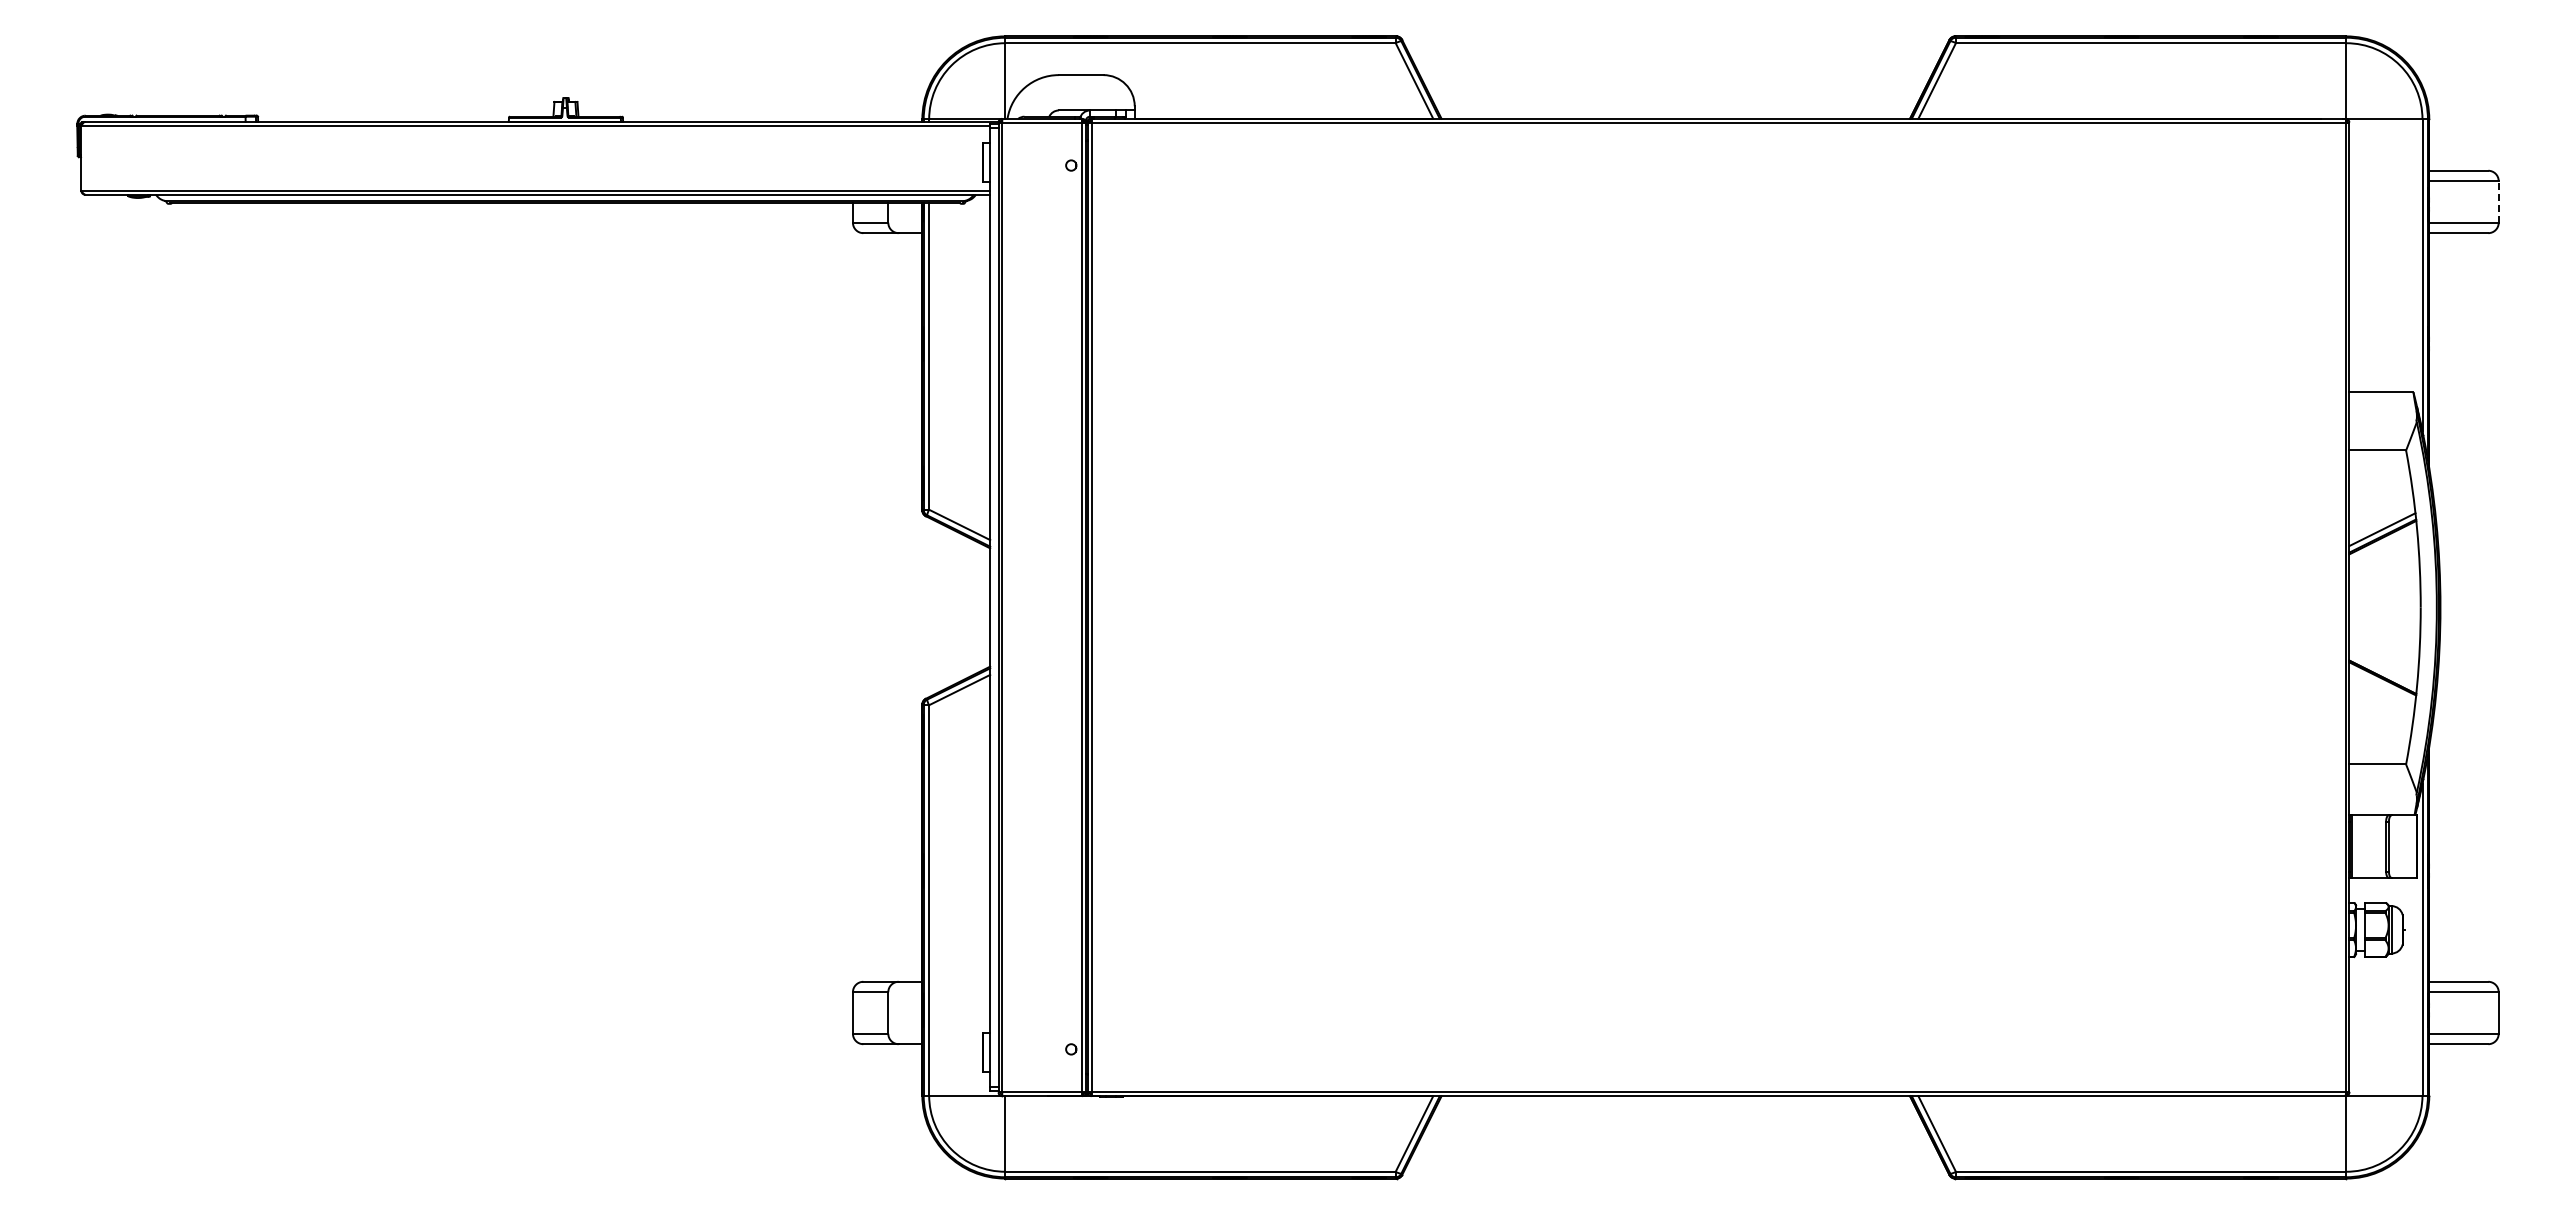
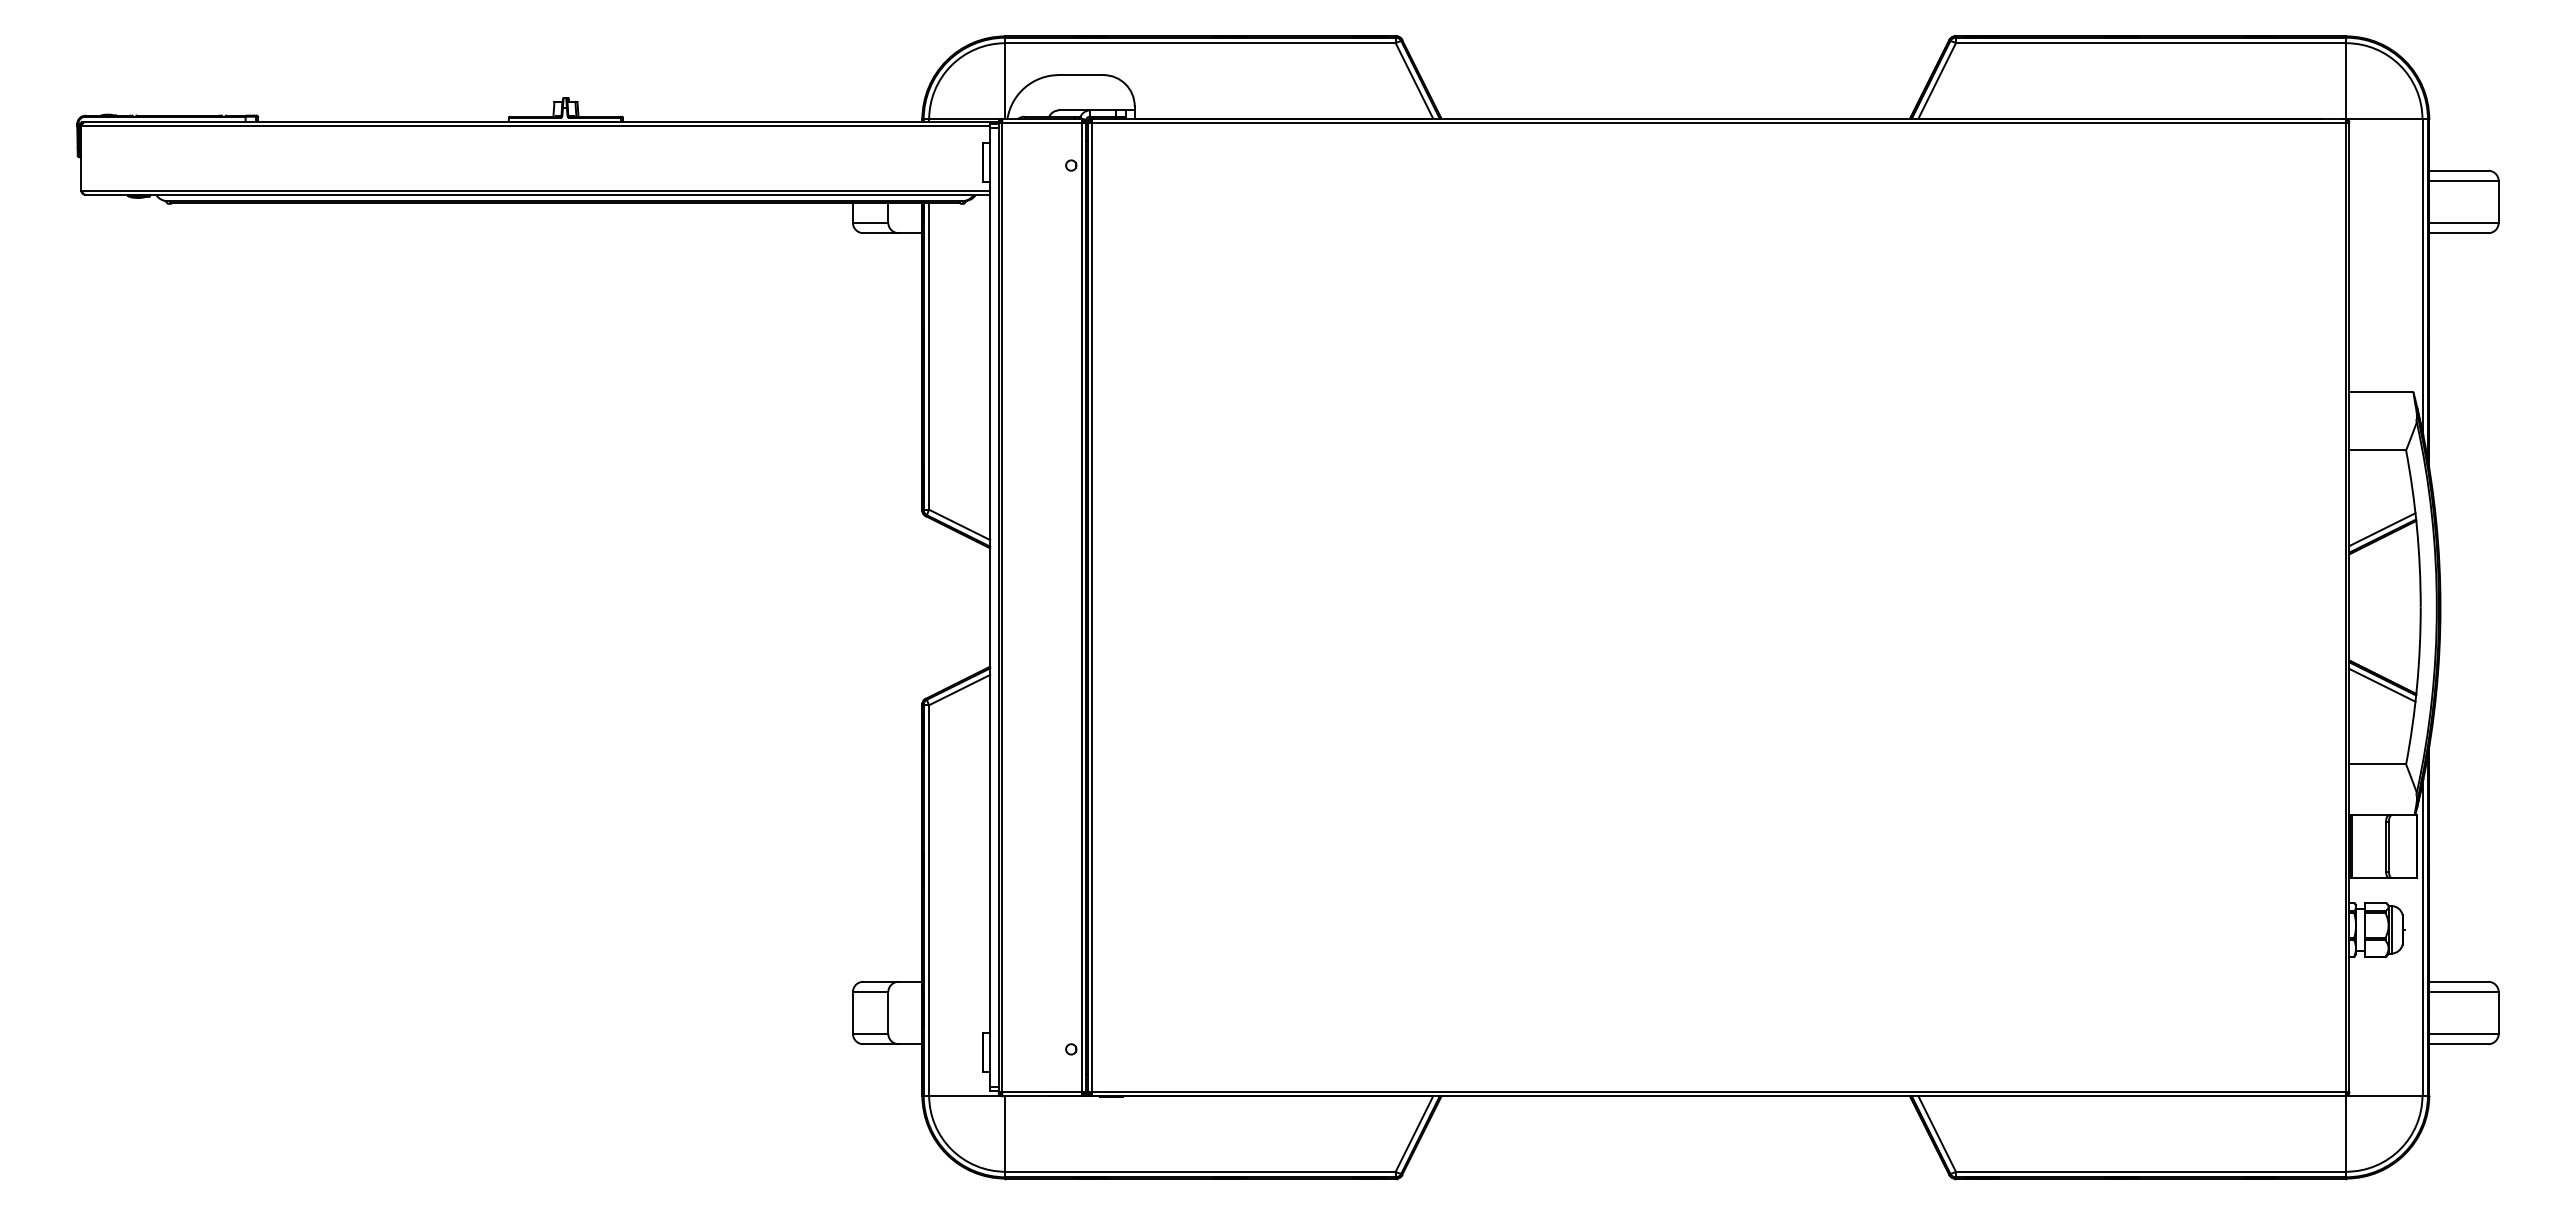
line at (2498, 201): dashed -> solid
line at (2382, 684): none -> present
